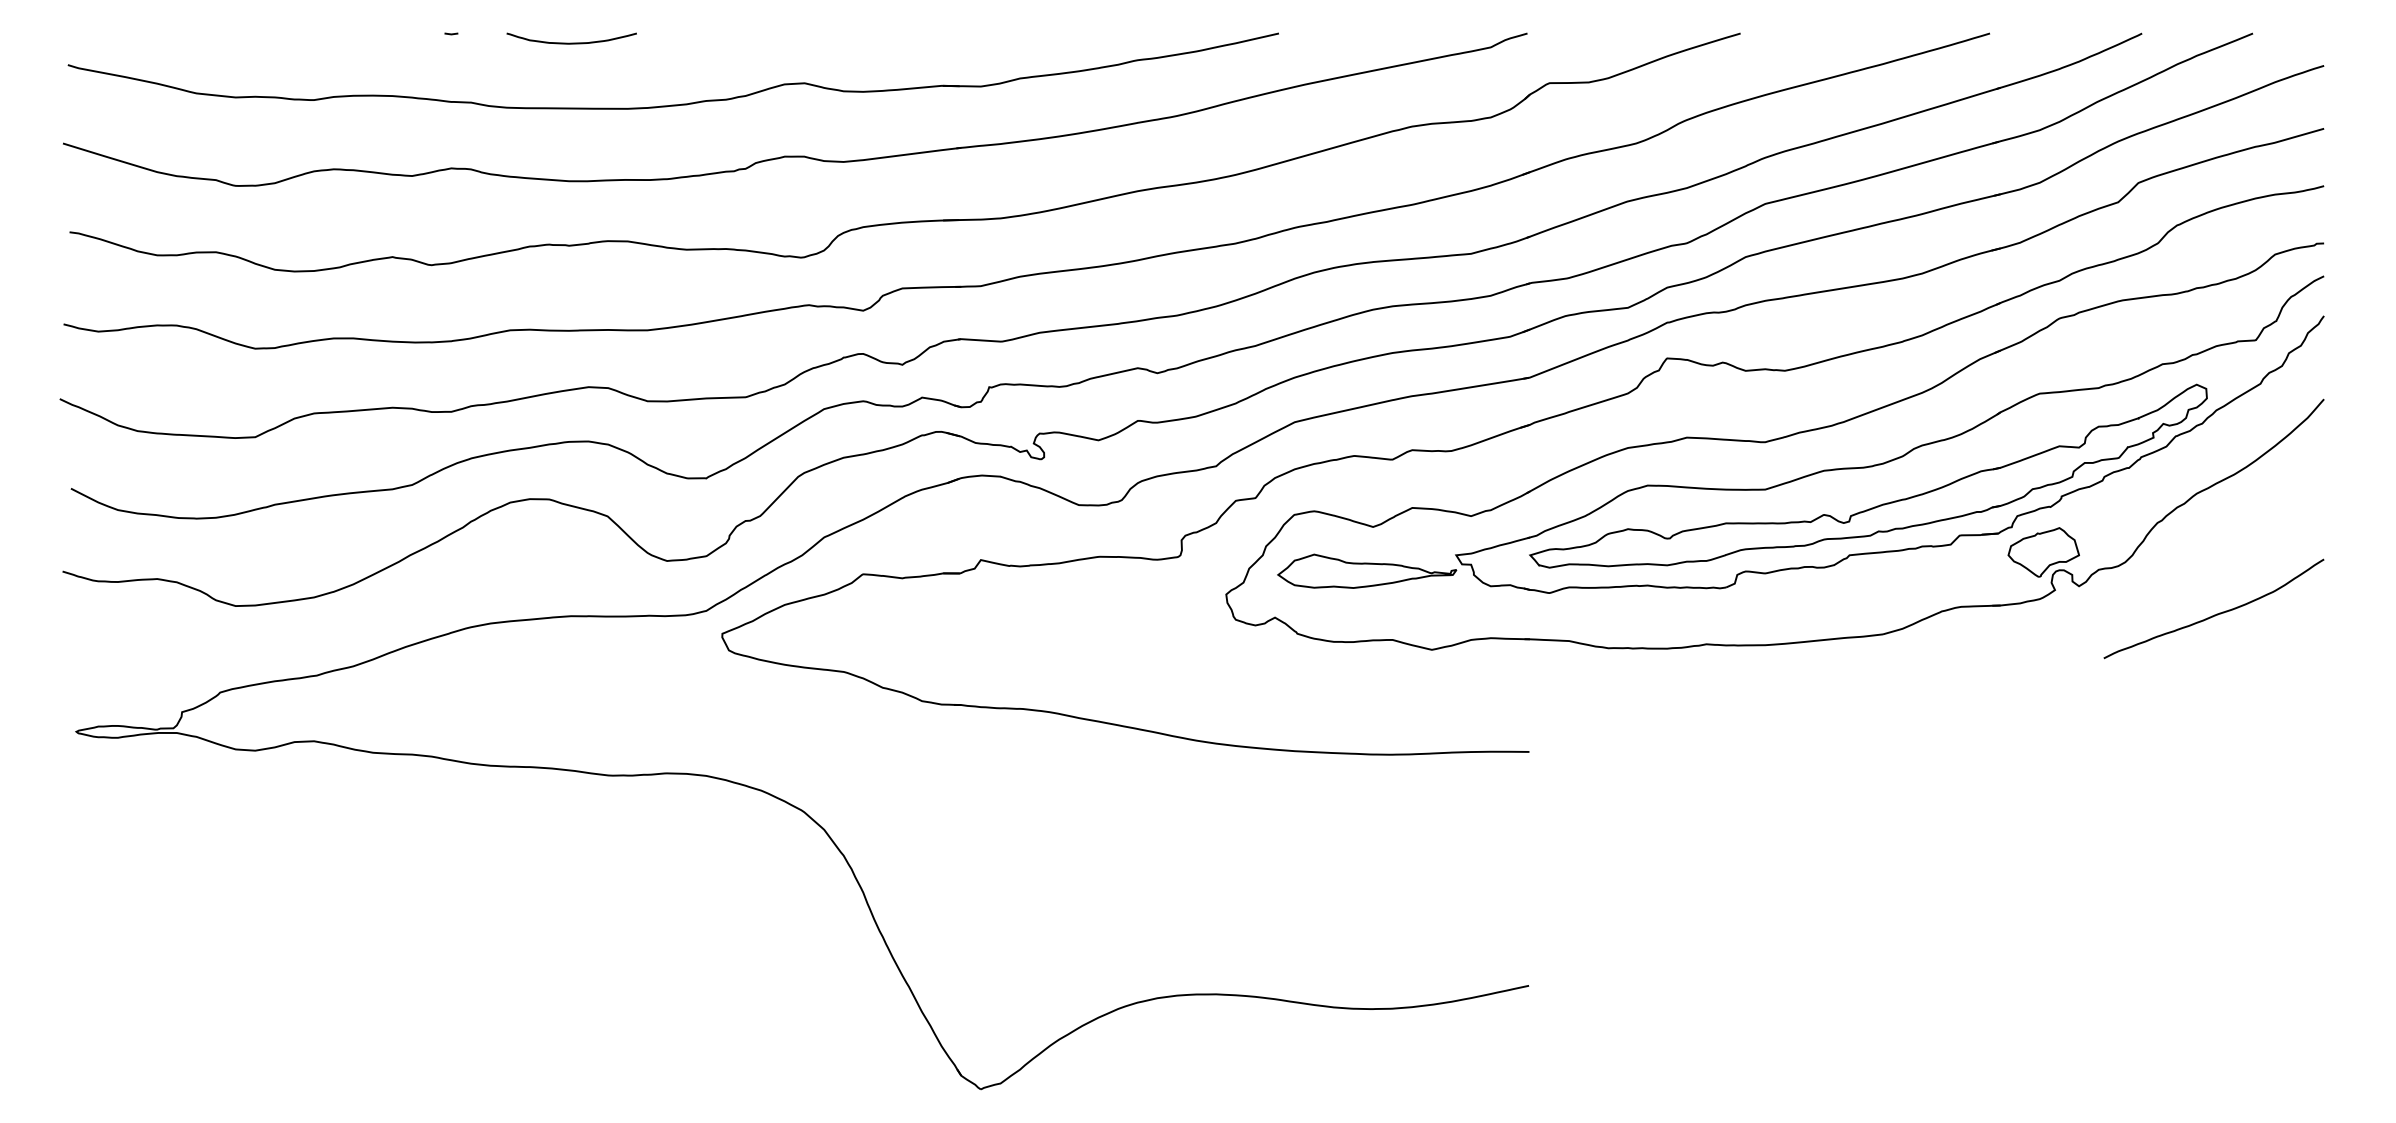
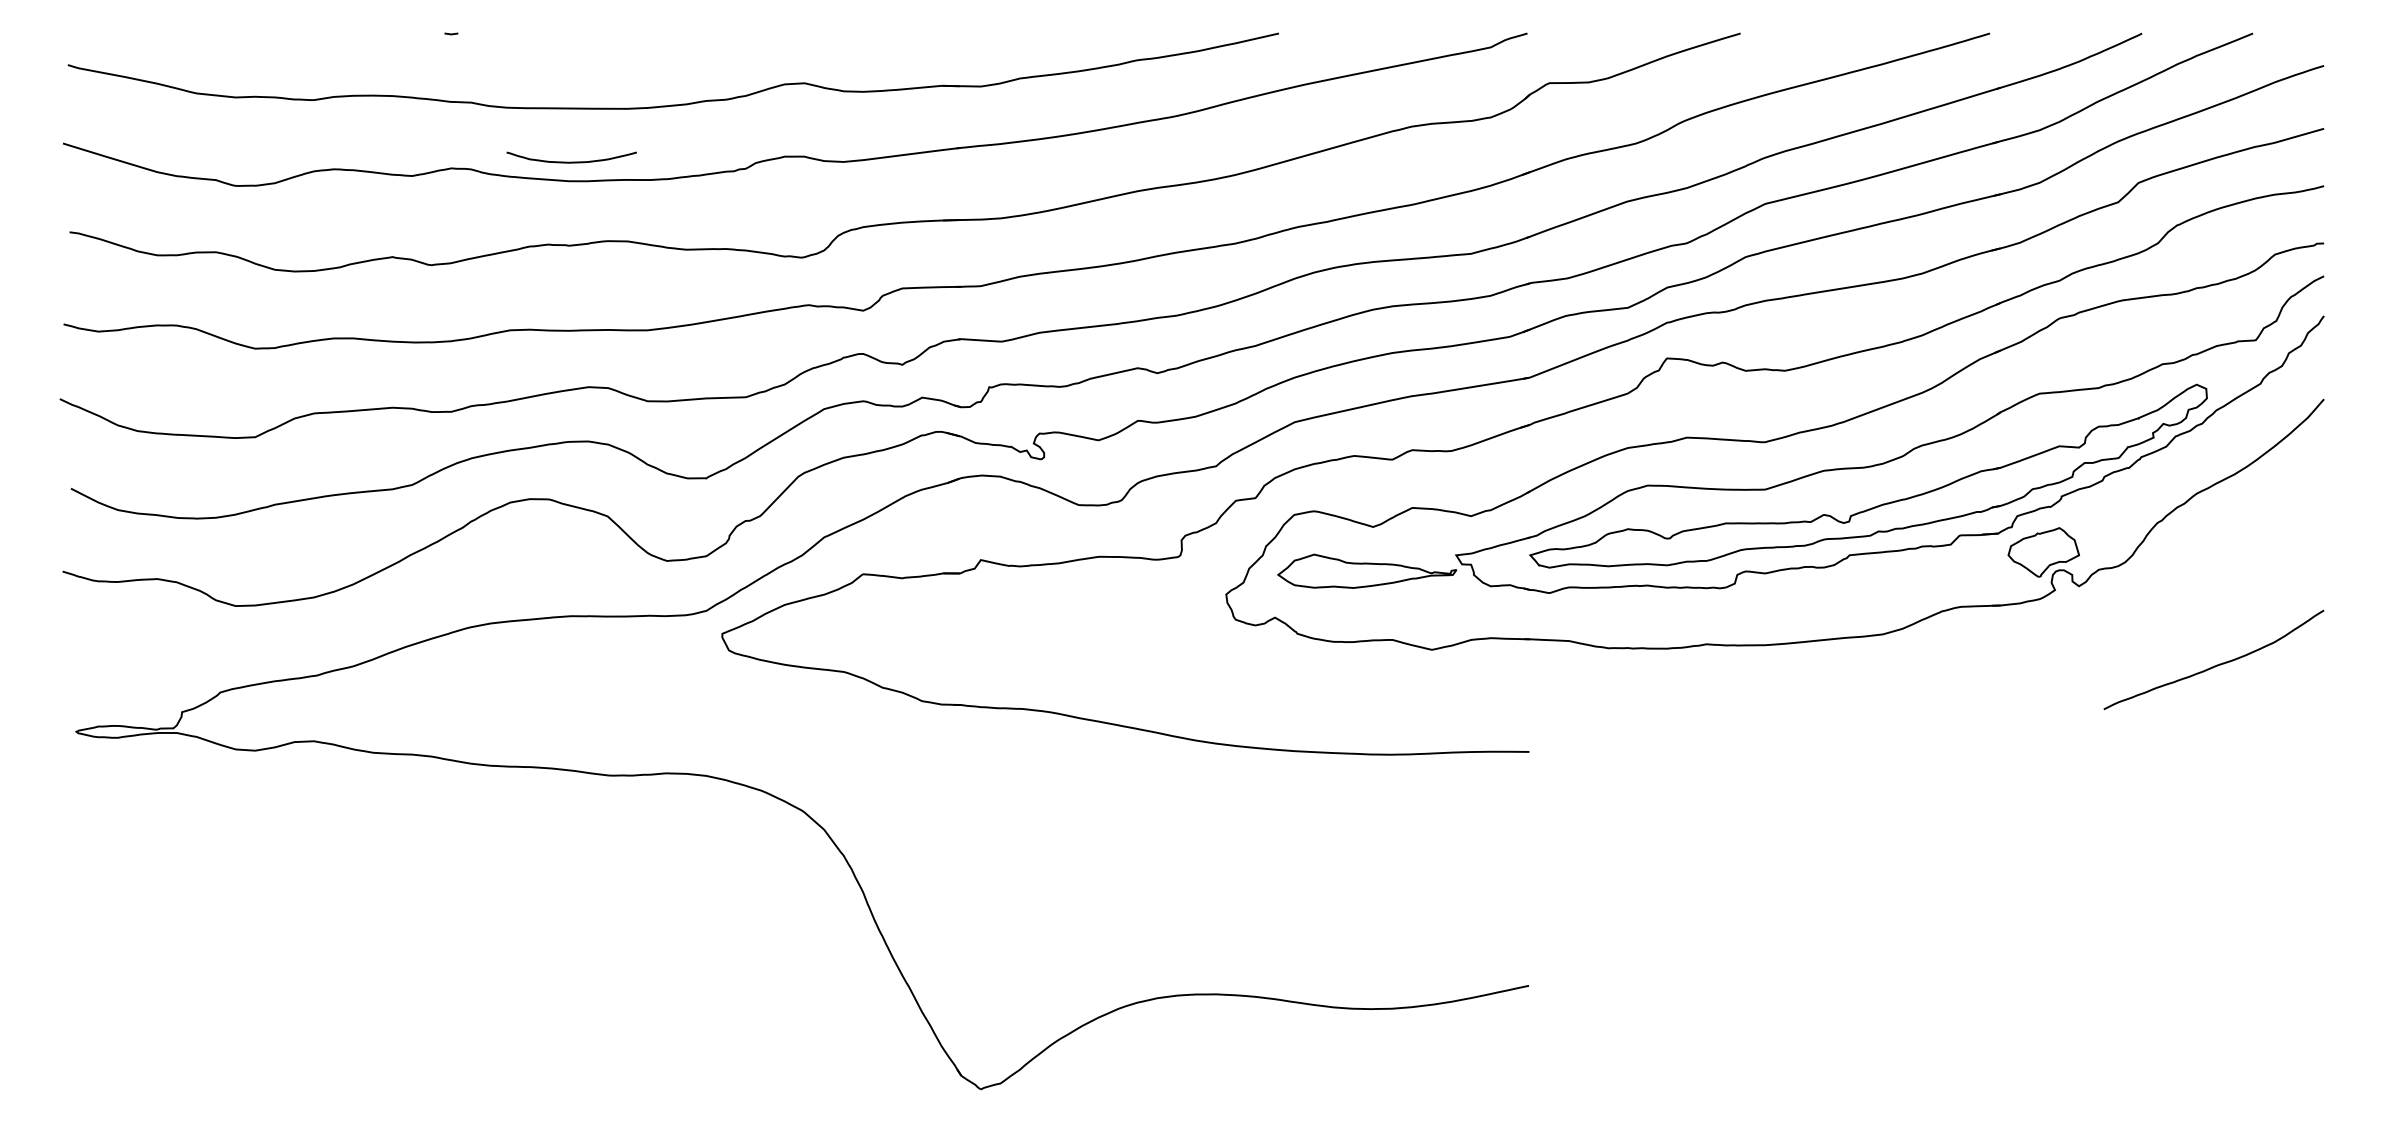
curve at (571, 42) position: (571, 42) -> (571, 161)
curve at (2216, 613) position: (2216, 613) -> (2216, 664)
